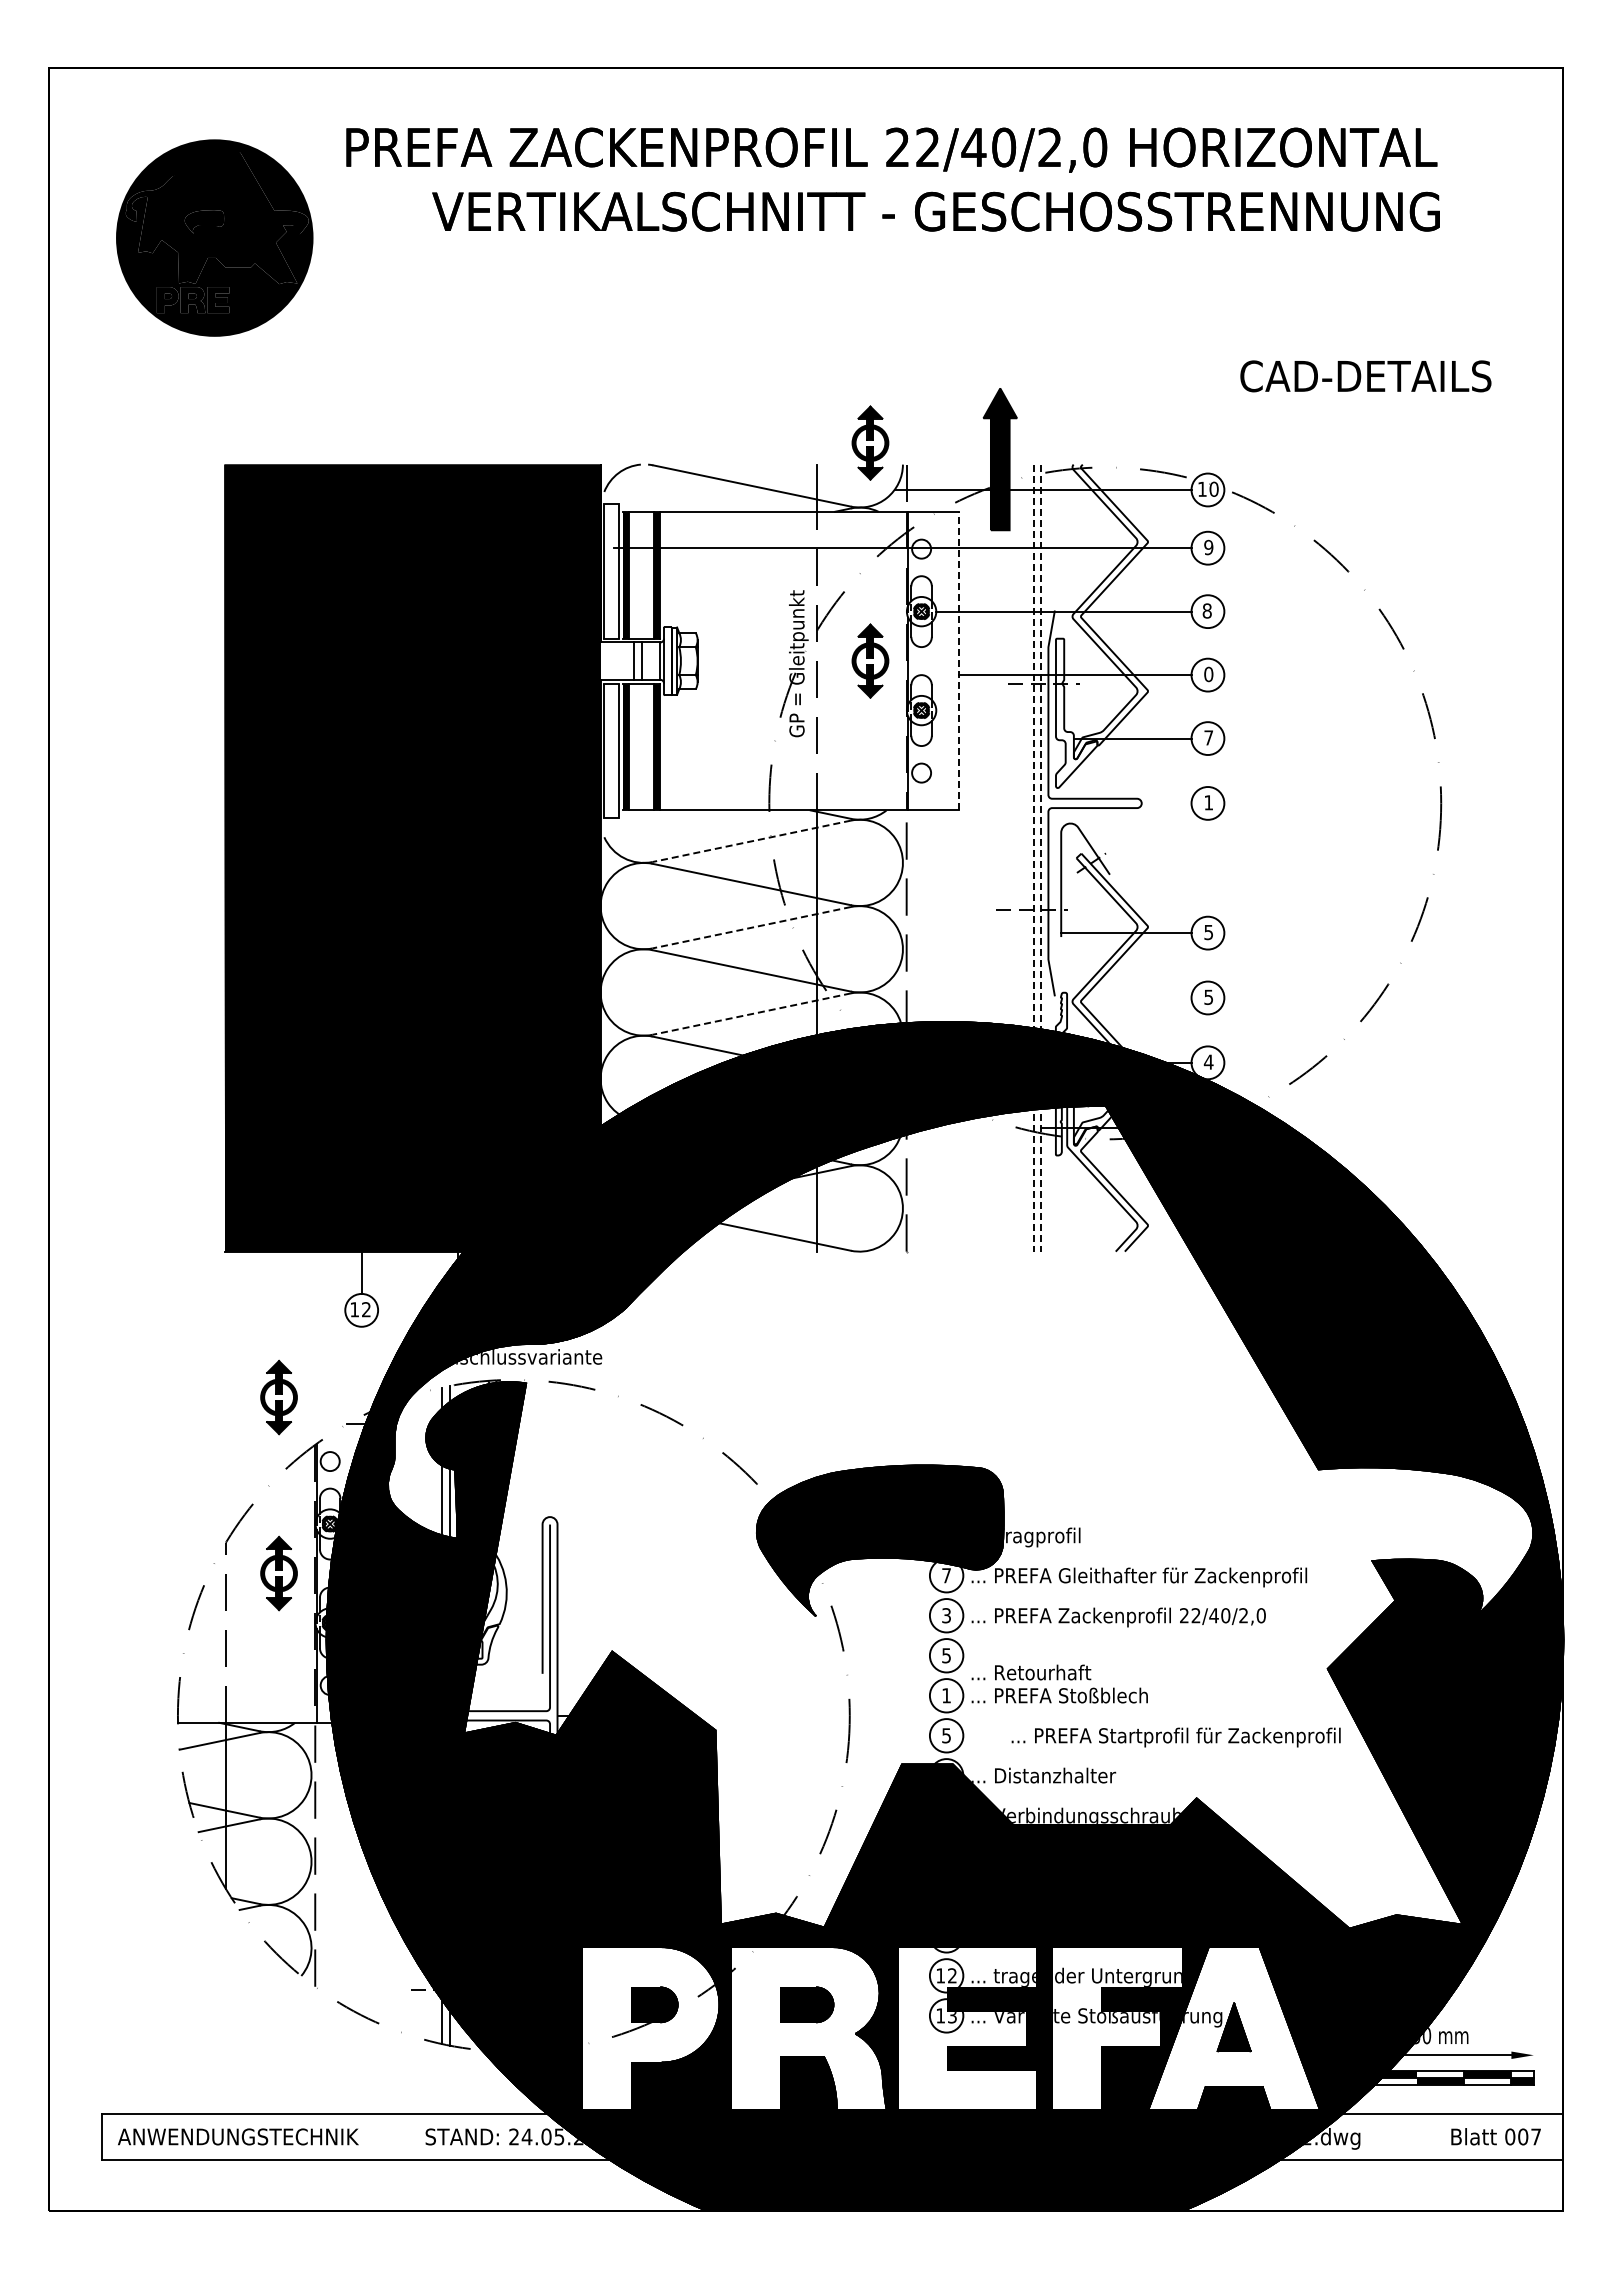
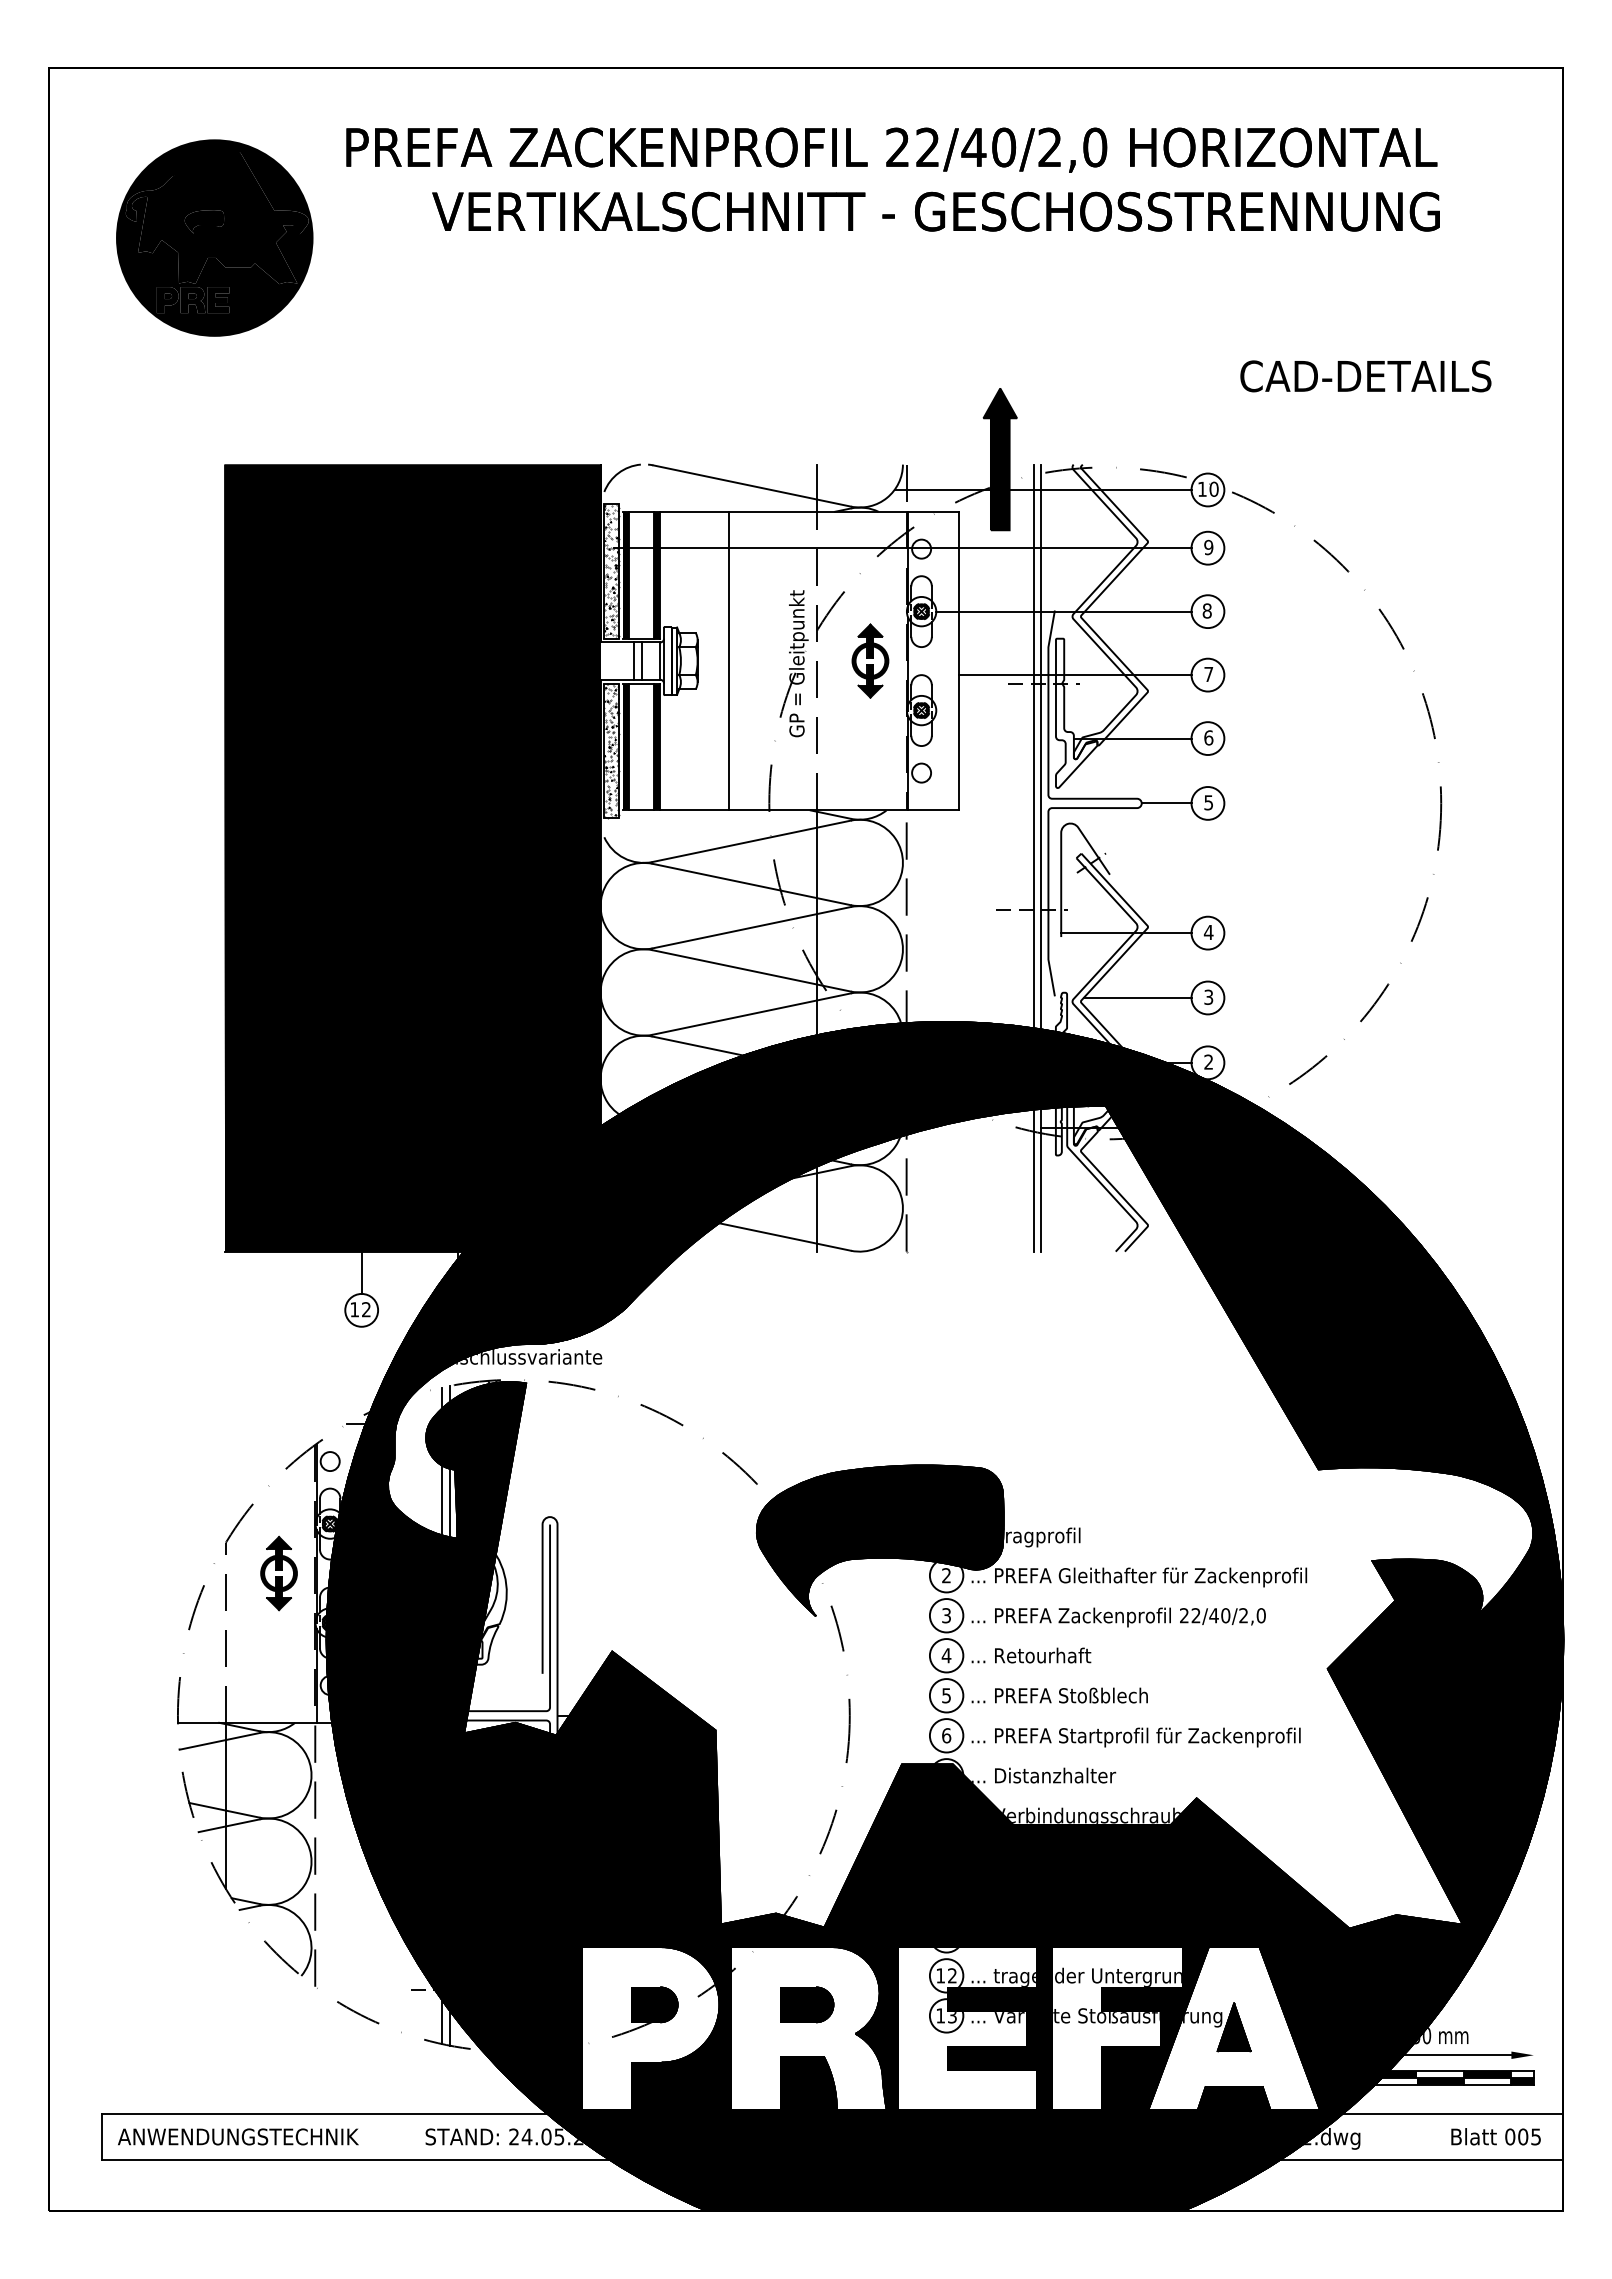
part at (870, 442): present -> none
hatch at (611, 571): none -> present
line at (729, 660): none -> present
line at (958, 660): dashed -> solid
text at (1208, 674): 0 -> 7
text at (1208, 737): 7 -> 6
hatch at (611, 750): none -> present
text at (1208, 802): 1 -> 5
line at (1166, 803): none -> present
line at (751, 841): dashed -> solid
line at (1033, 858): dashed -> solid
line at (1041, 858): dashed -> solid
line at (751, 927): dashed -> solid
text at (1208, 932): 5 -> 4
text at (1208, 996): 5 -> 3
line at (1137, 997): none -> present
line at (751, 1014): dashed -> solid
text at (1208, 1061): 4 -> 2
part at (278, 1397): present -> none
text at (946, 1575): 7 -> 2
text at (946, 1655): 5 -> 4
text at (1031, 1672) position: (1031, 1672) -> (1031, 1655)
text at (946, 1695): 1 -> 5
text at (946, 1735): 5 -> 6
text at (1175, 1737) position: (1175, 1737) -> (1135, 1737)
text at (1535, 2136): 007 -> 005
